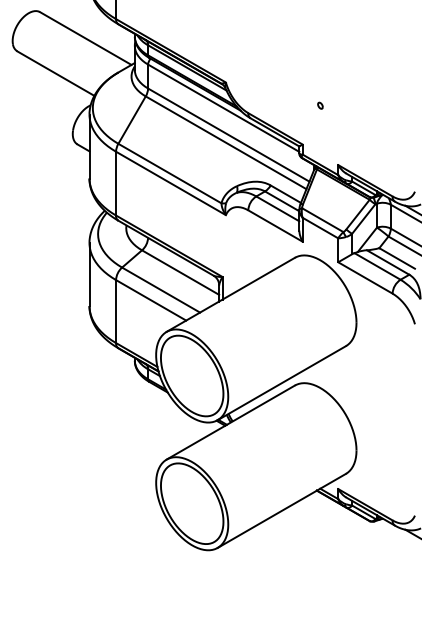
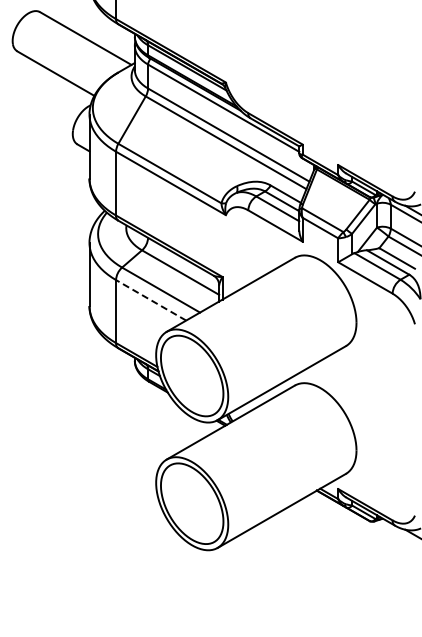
part at (320, 105): present -> none
line at (151, 300): solid -> dashed
